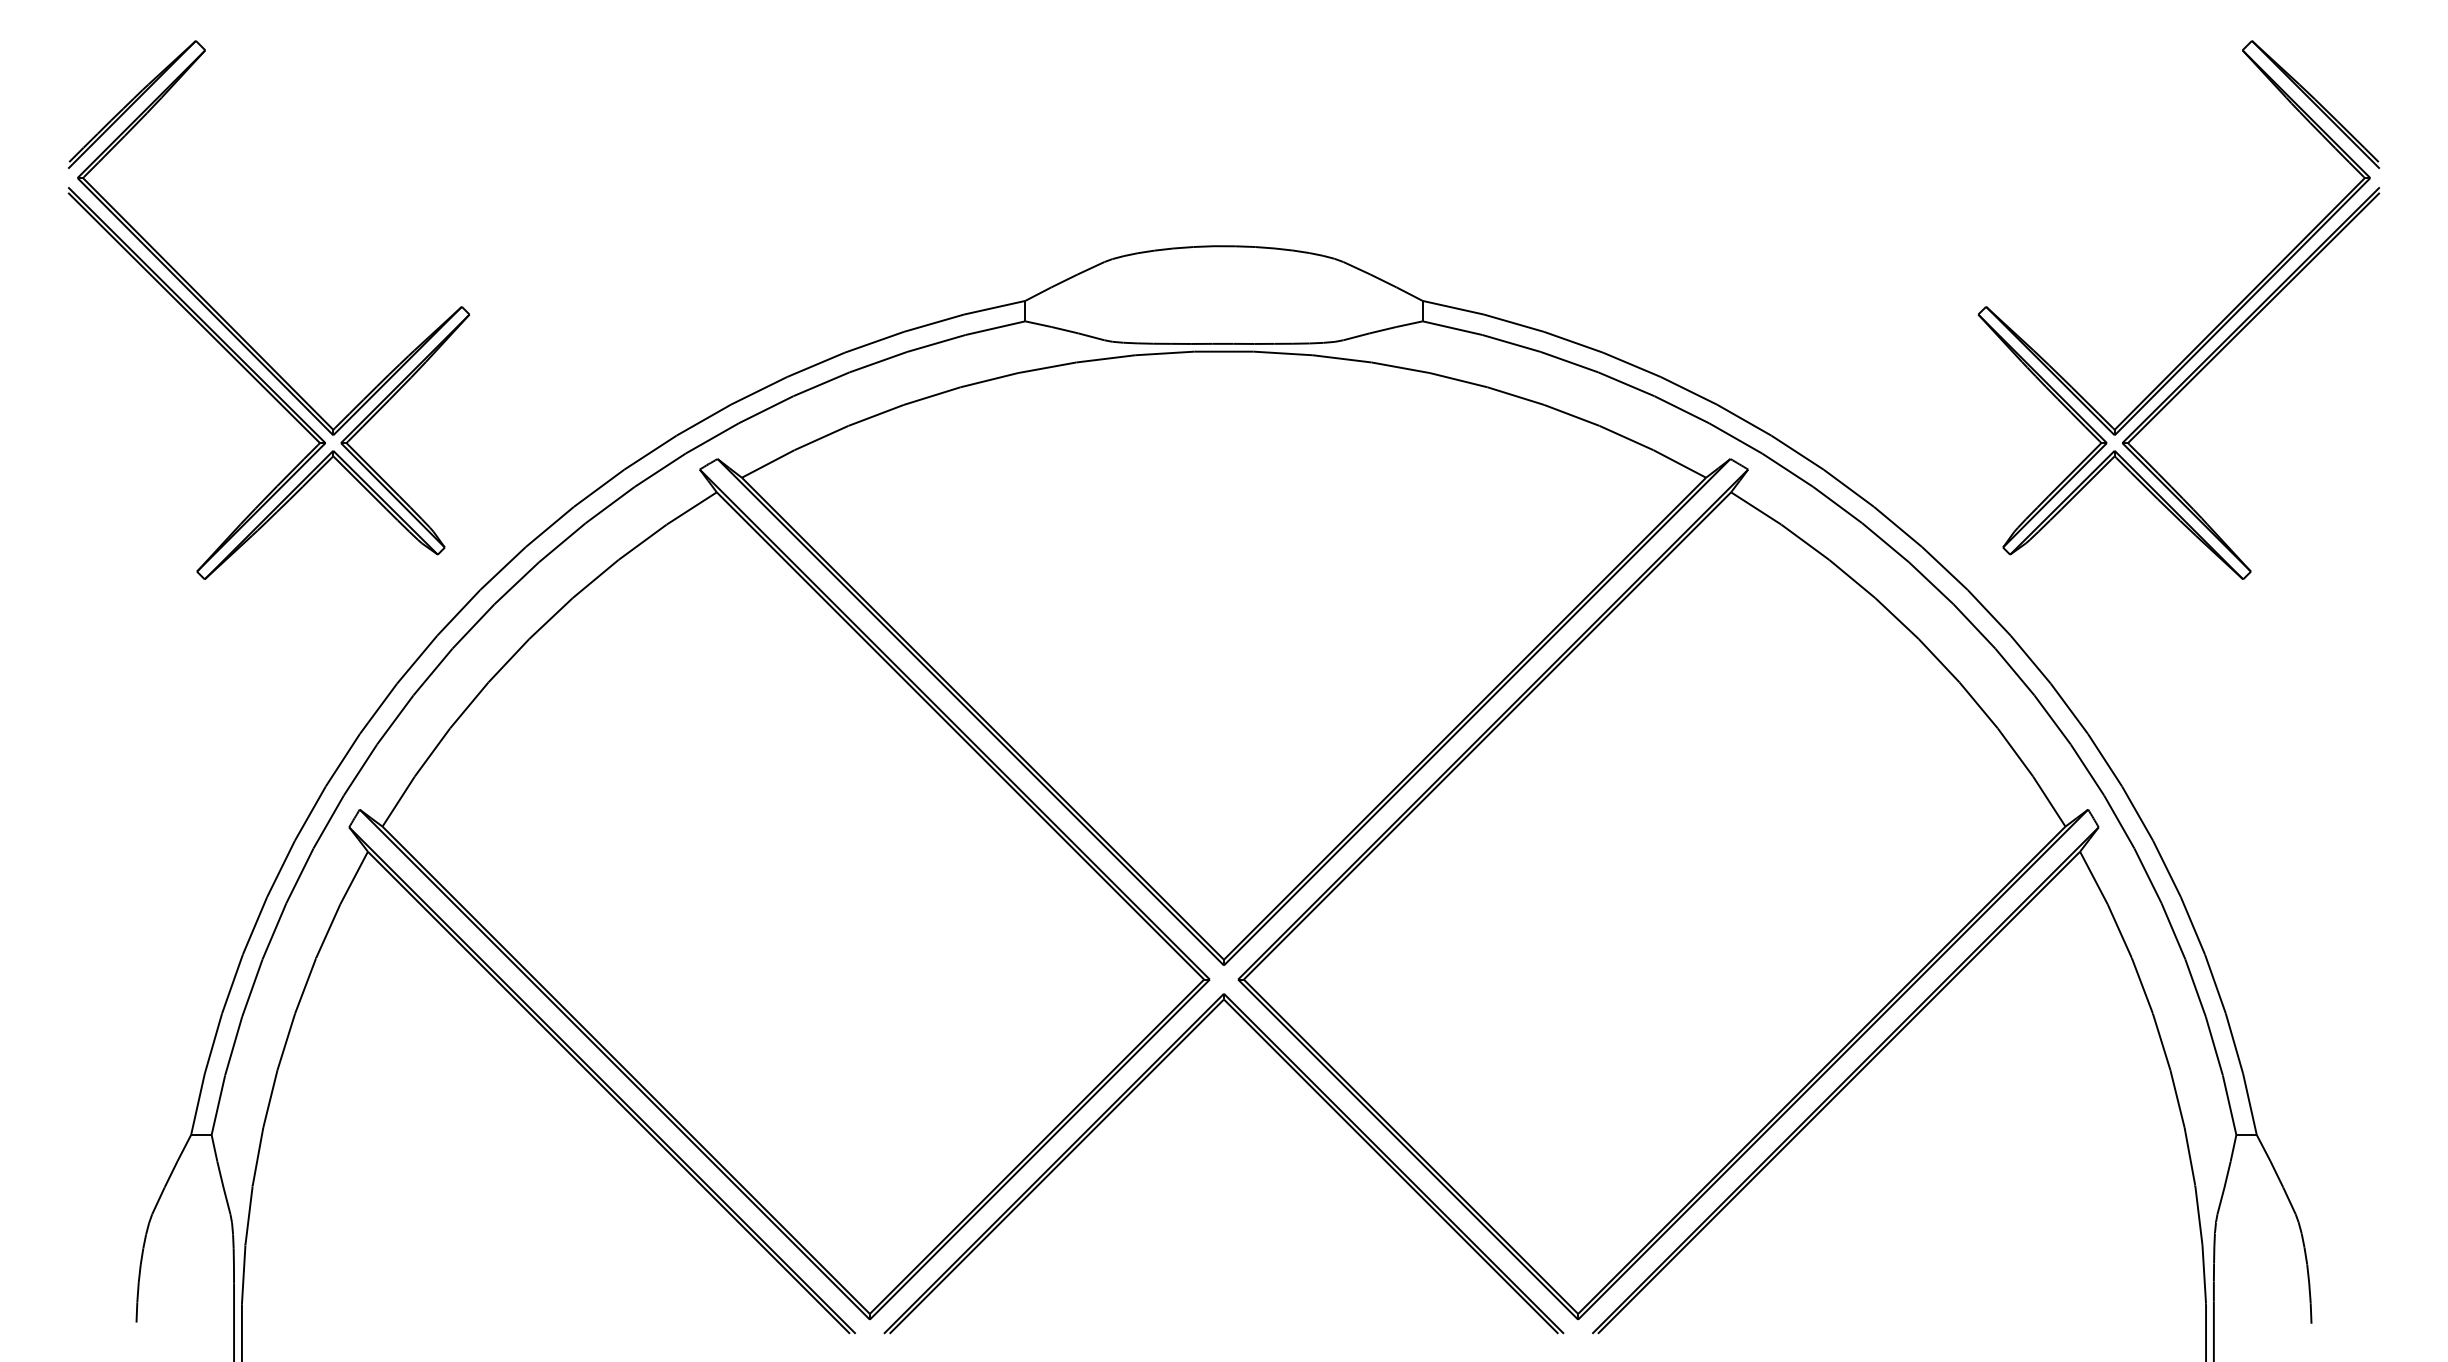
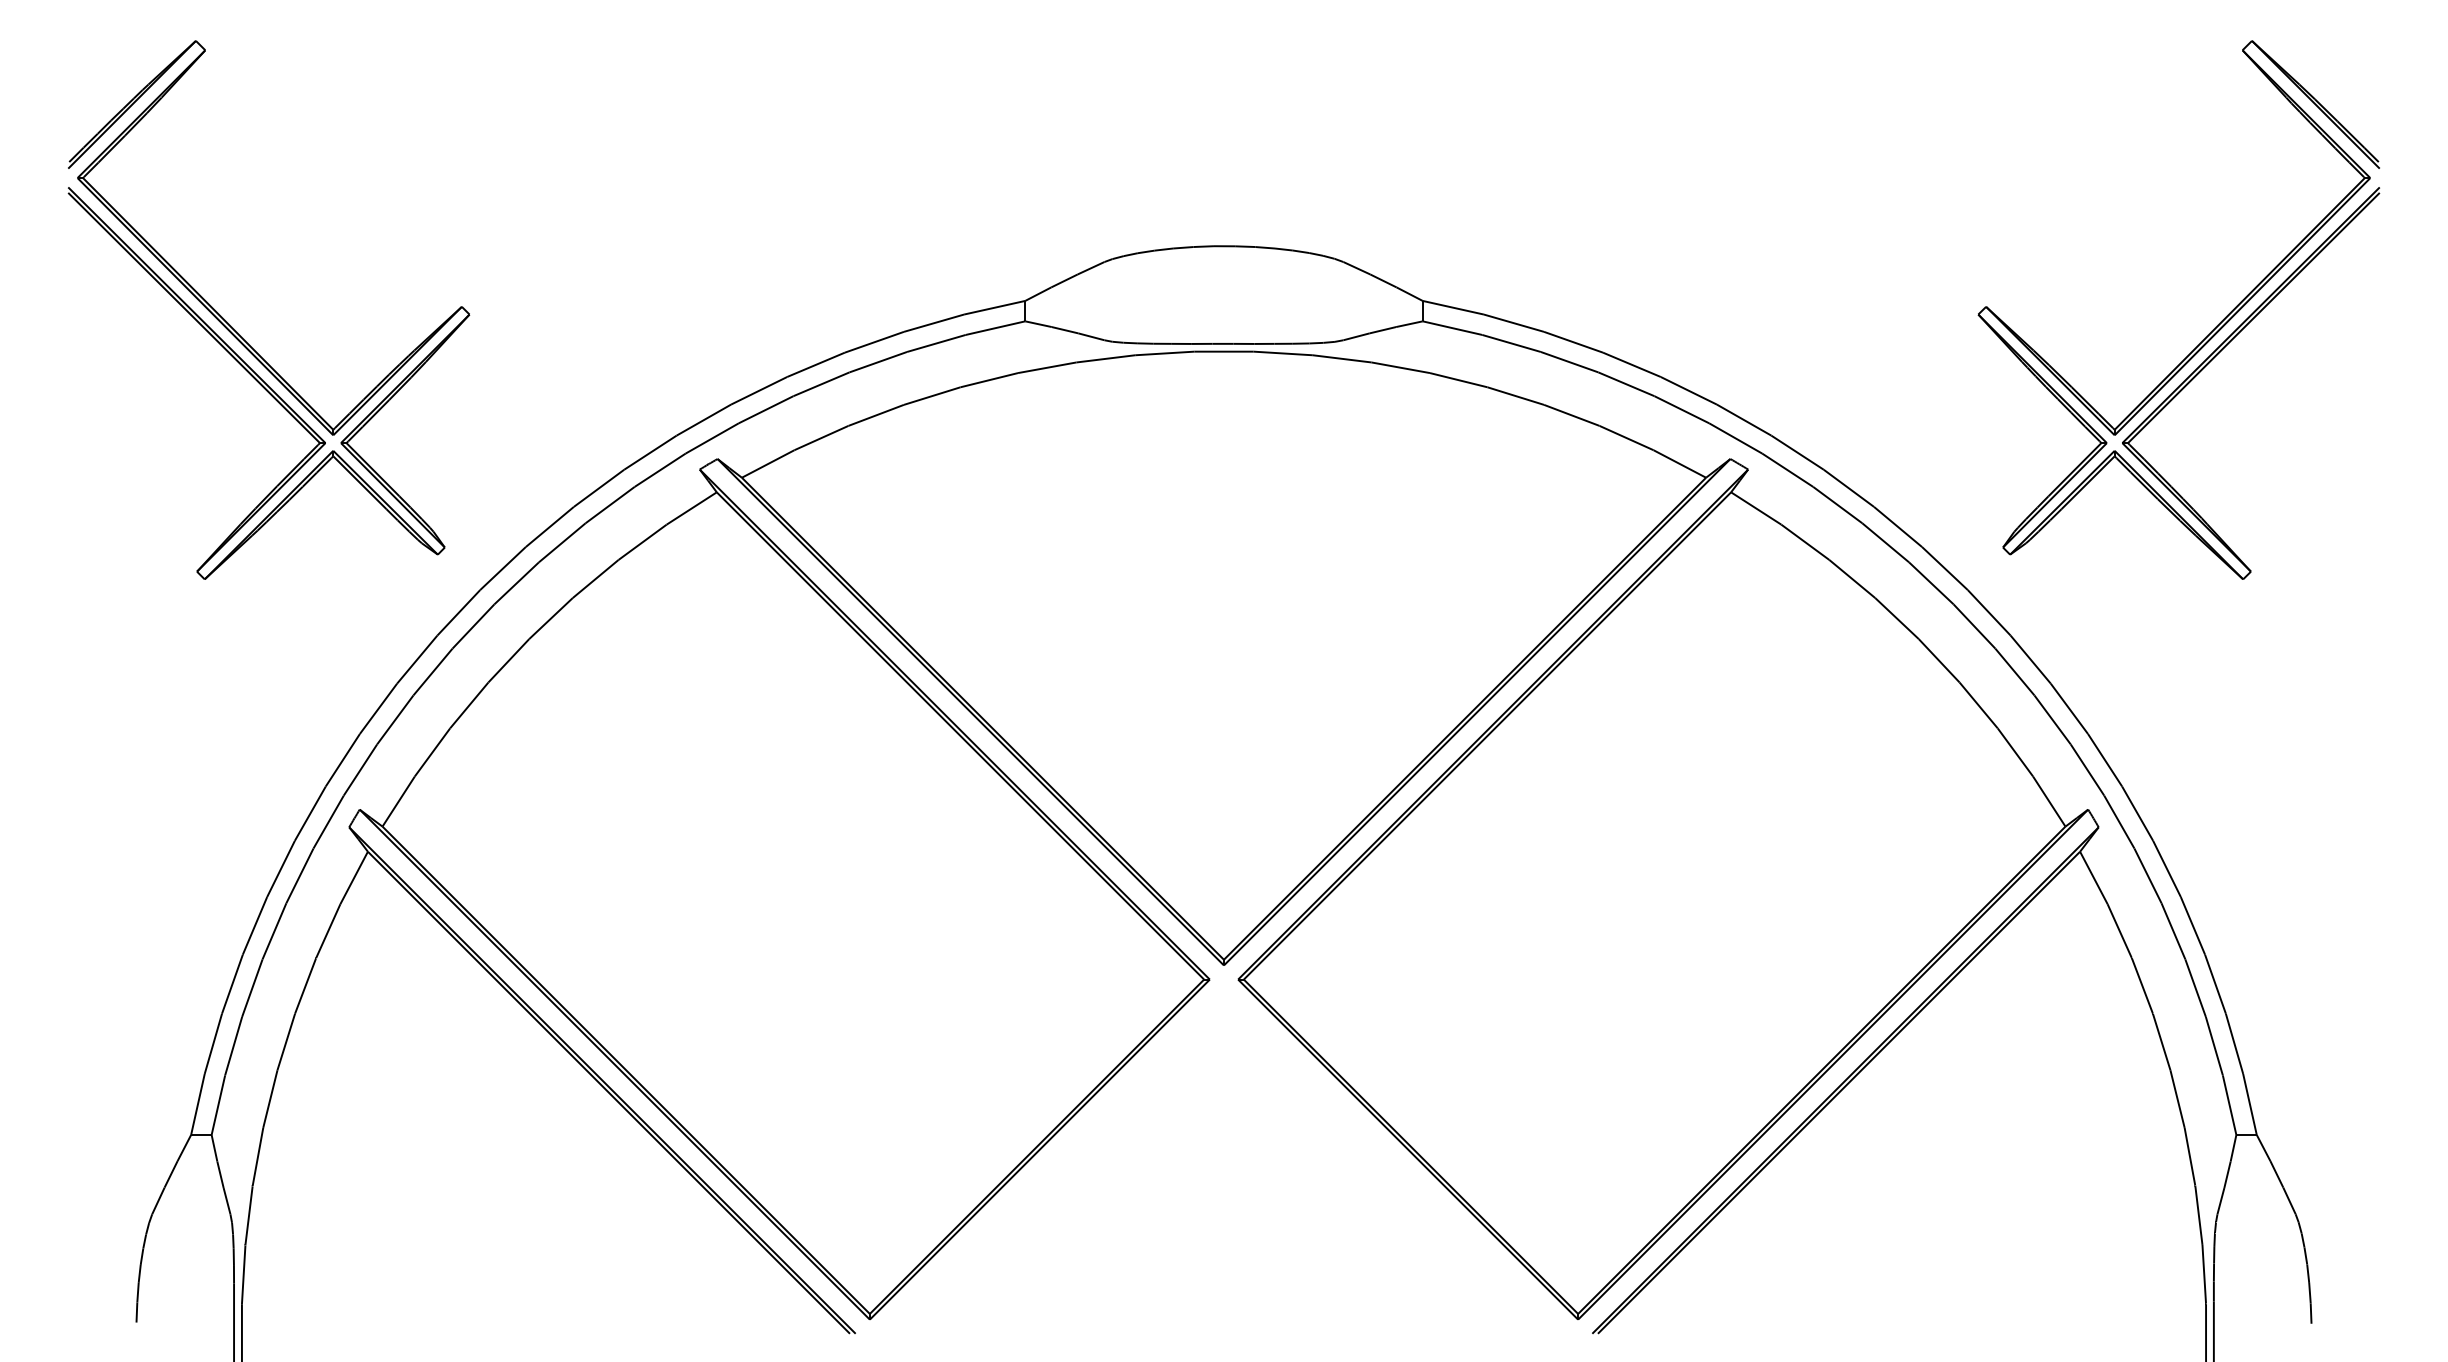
part at (1142, 1082): present -> none
